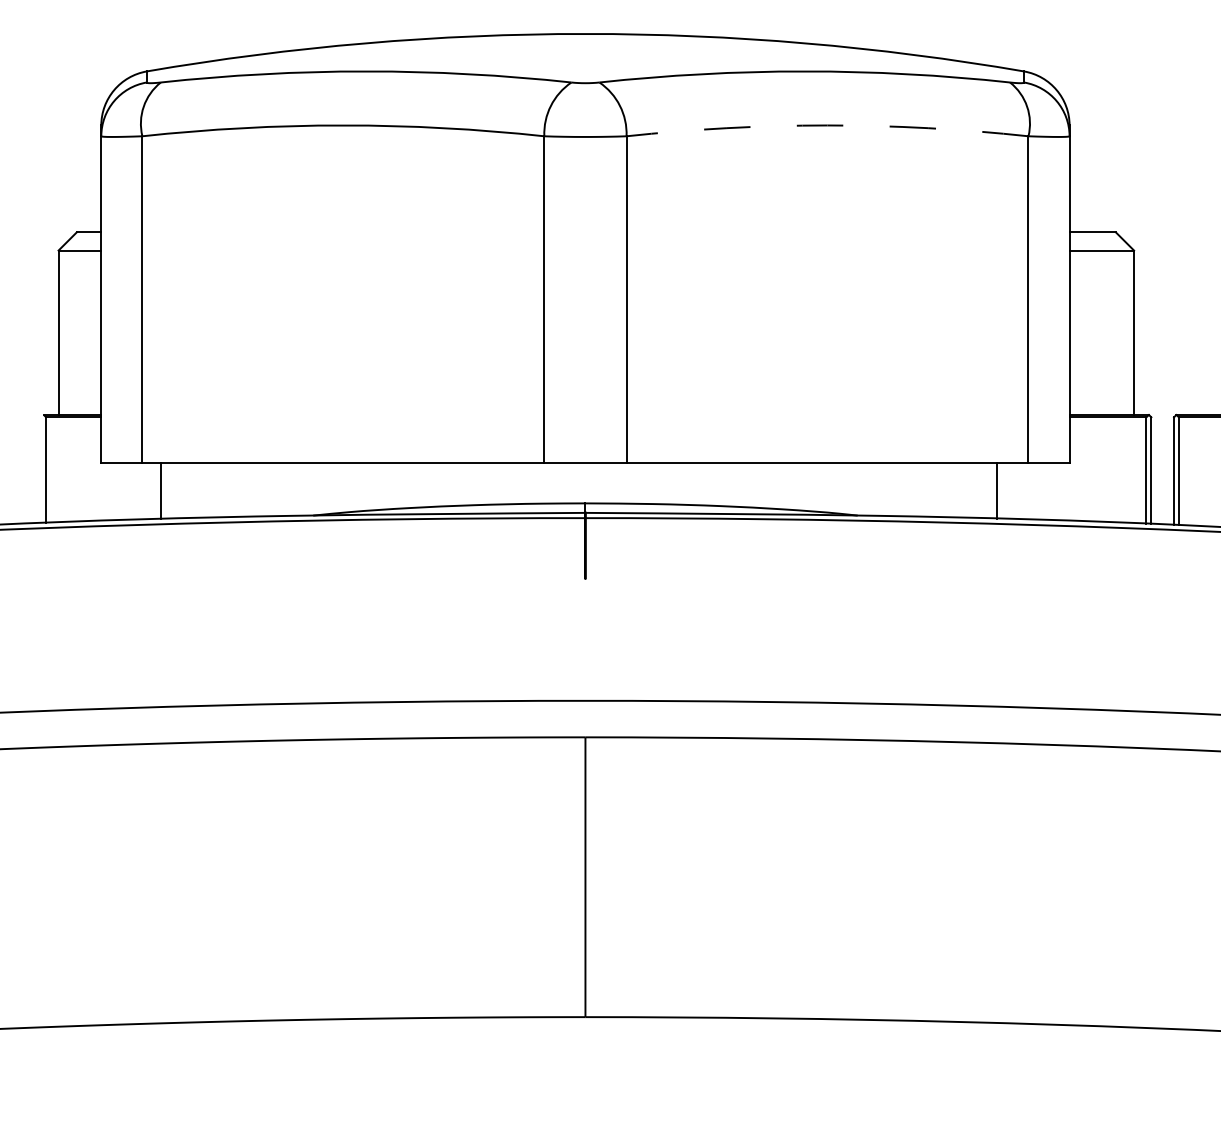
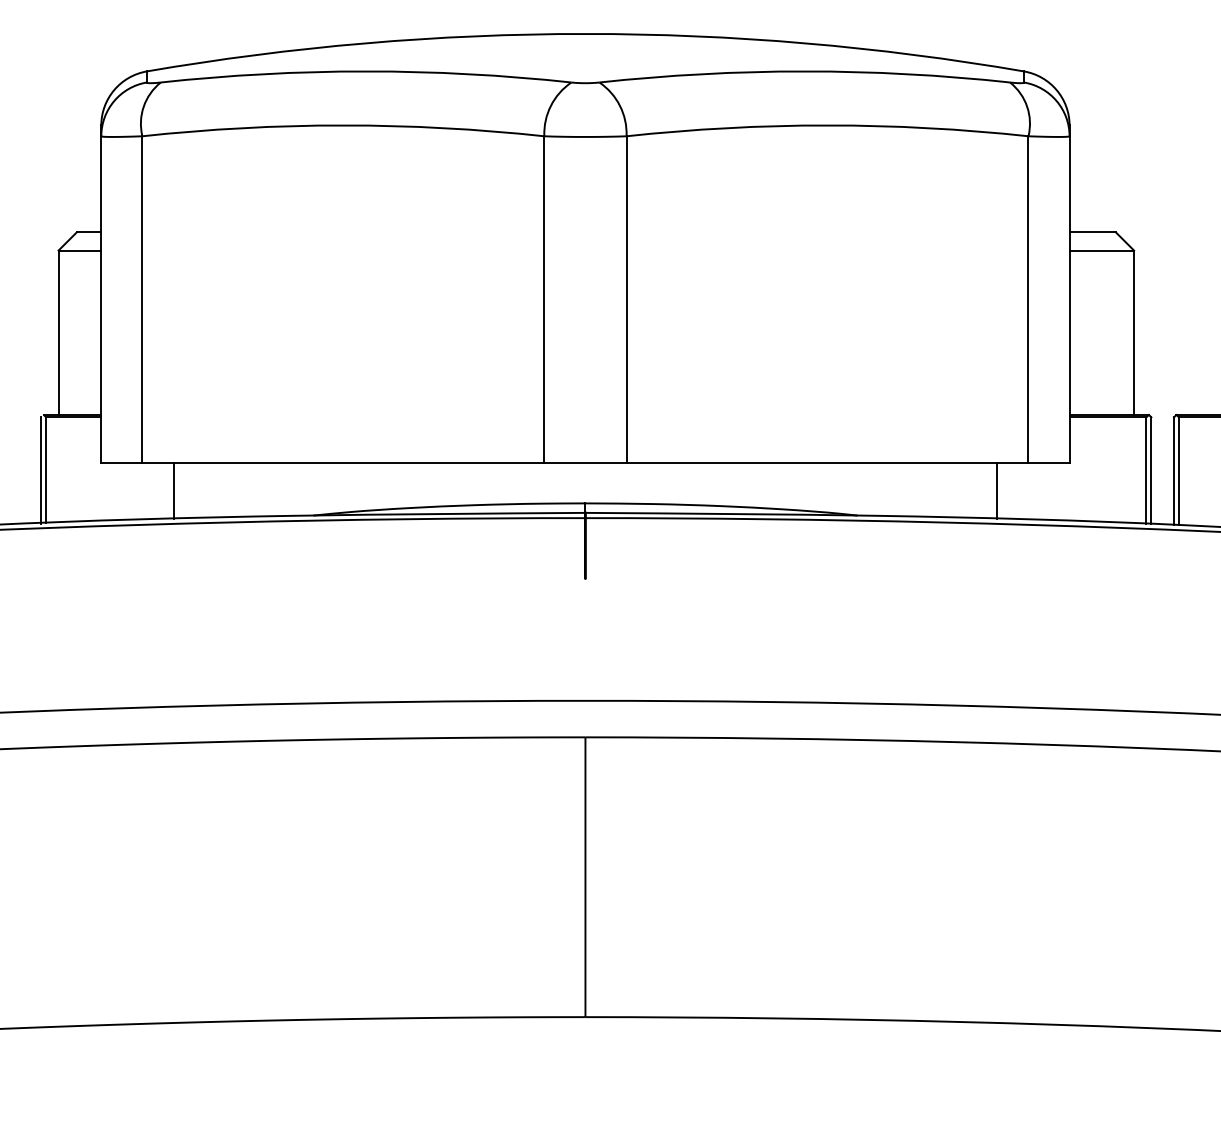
arc at (827, 125): dashed -> solid
line at (41, 470): none -> present
line at (161, 491) position: (161, 491) -> (174, 491)
